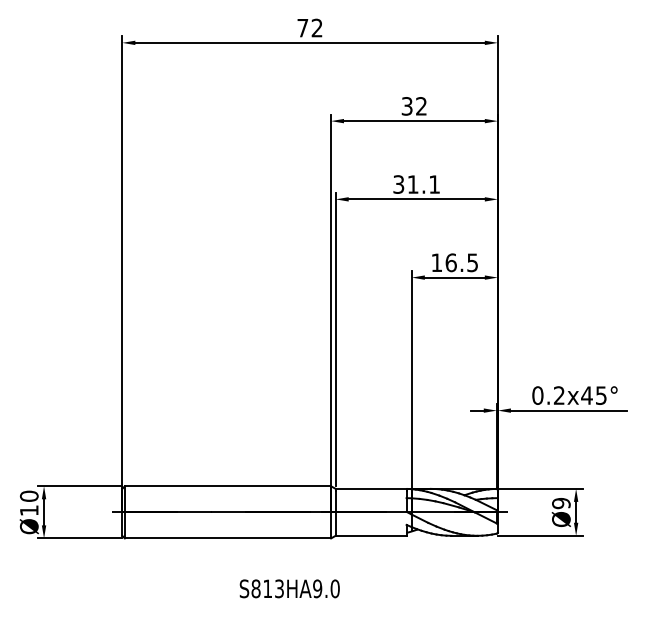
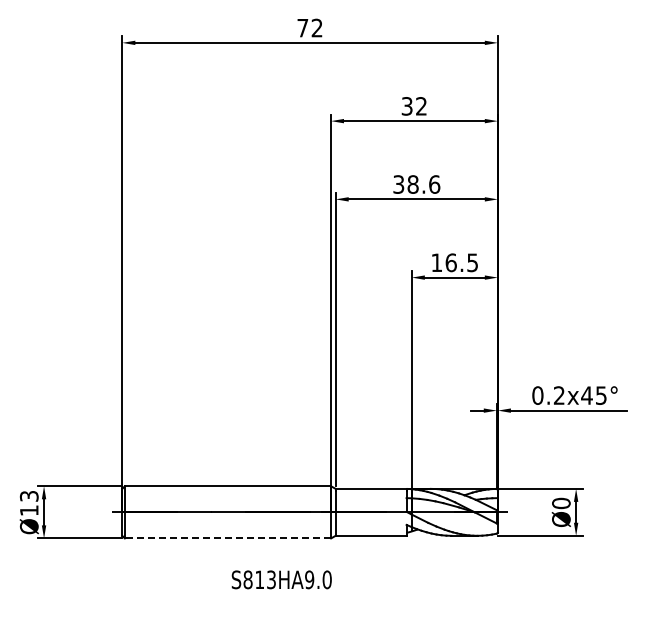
text at (423, 184): 31.1 -> 38.6
text at (29, 495): Ø10 -> Ø13
text at (561, 503): Ø9 -> Ø0
line at (227, 538): solid -> dashed
text at (289, 588) position: (289, 588) -> (281, 579)
